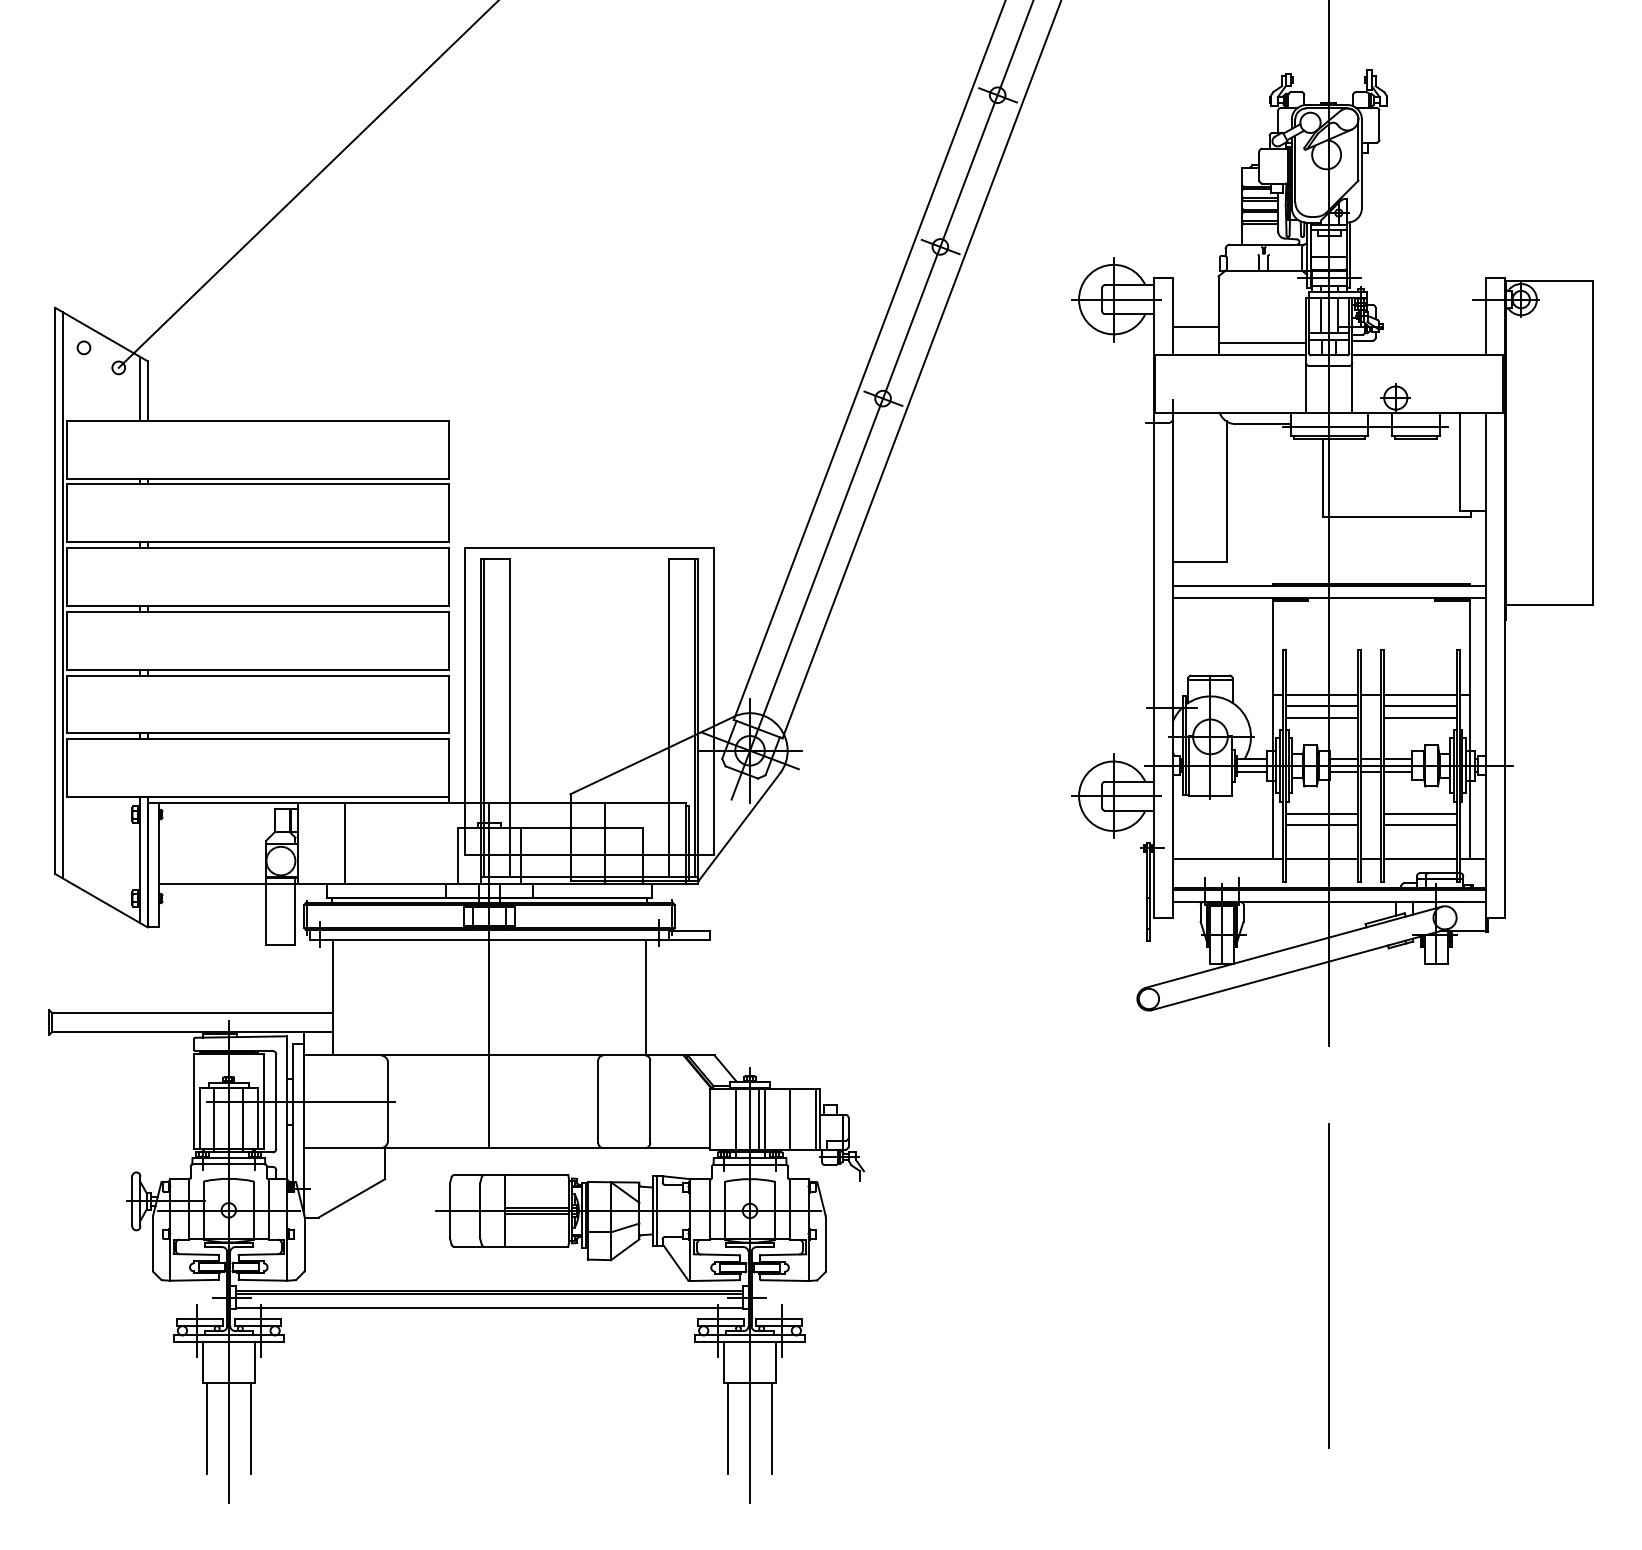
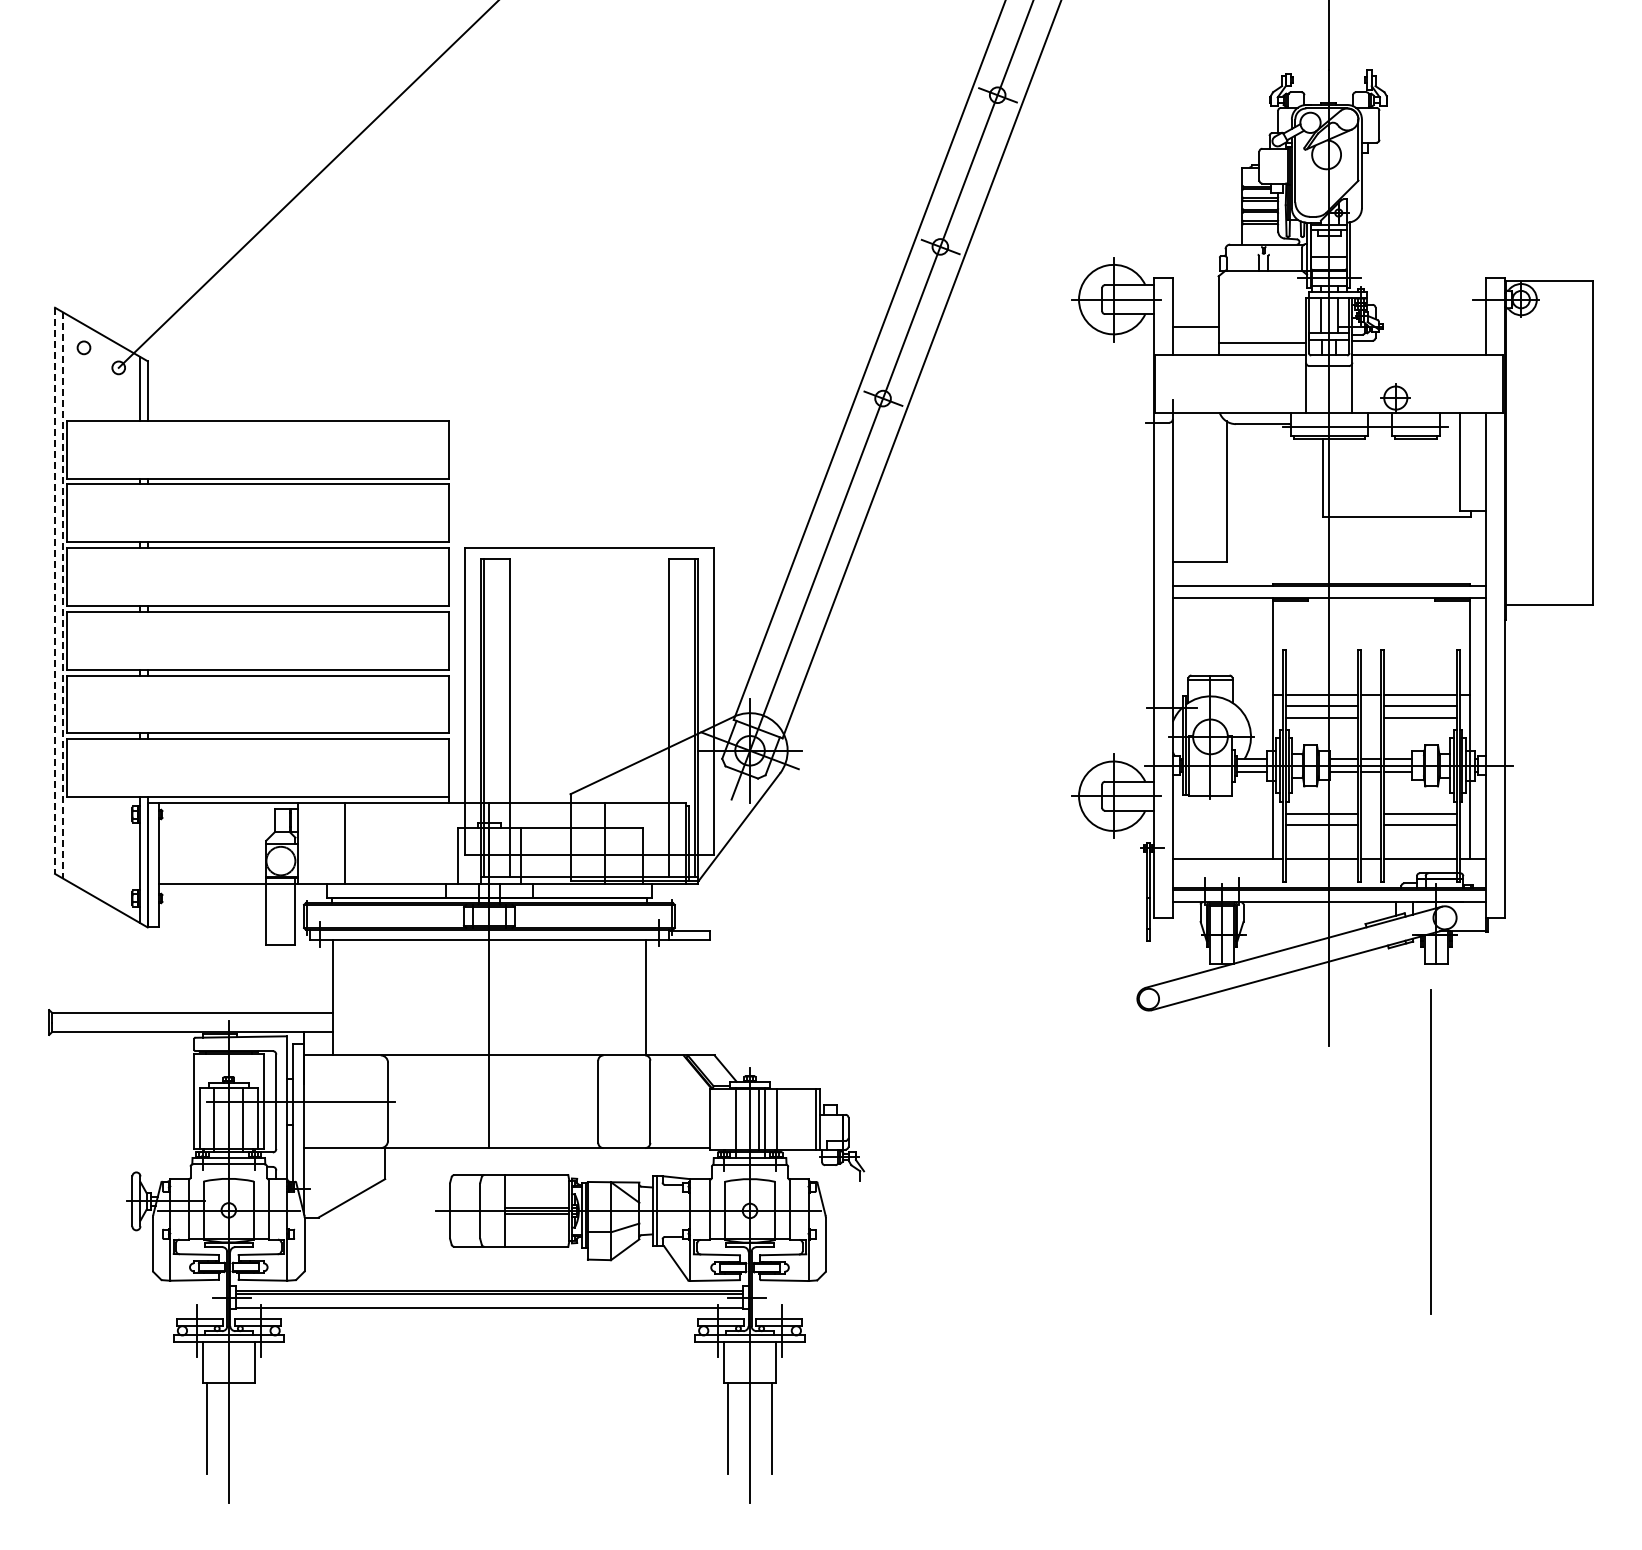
line at (55, 591): solid -> dashed
line at (62, 595): solid -> dashed
line at (790, 1118) position: (790, 1118) -> (777, 1118)
line at (1328, 1285) position: (1328, 1285) -> (1430, 1151)
line at (251, 1428): present -> none
